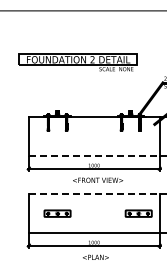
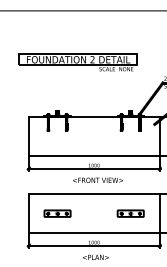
line at (94, 156): dashed -> solid
line at (94, 194): dashed -> solid
part at (138, 213) position: (138, 213) -> (130, 213)
